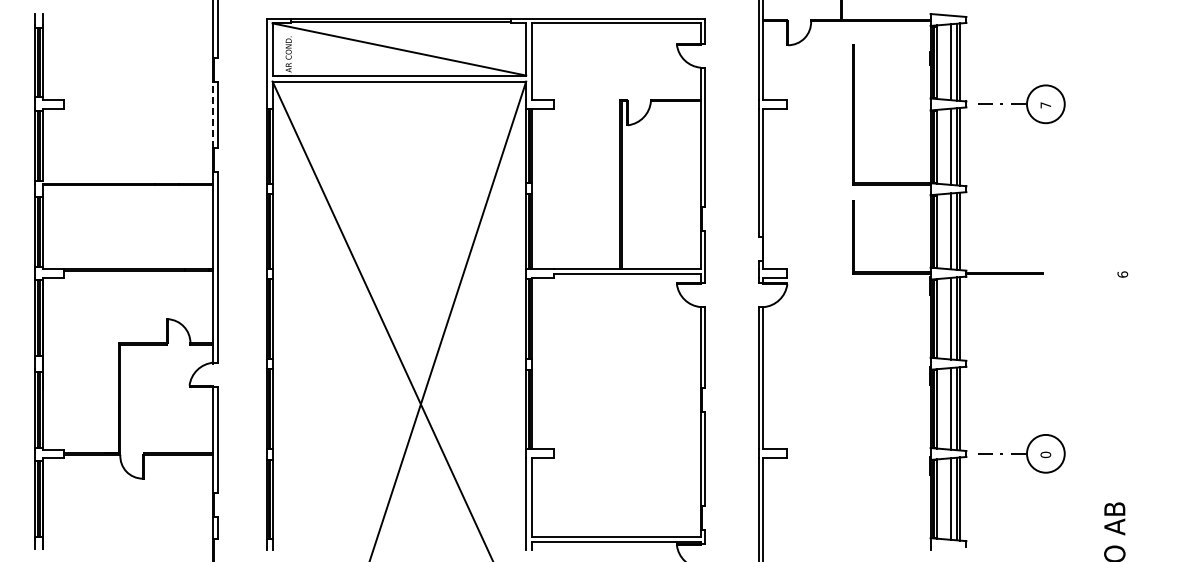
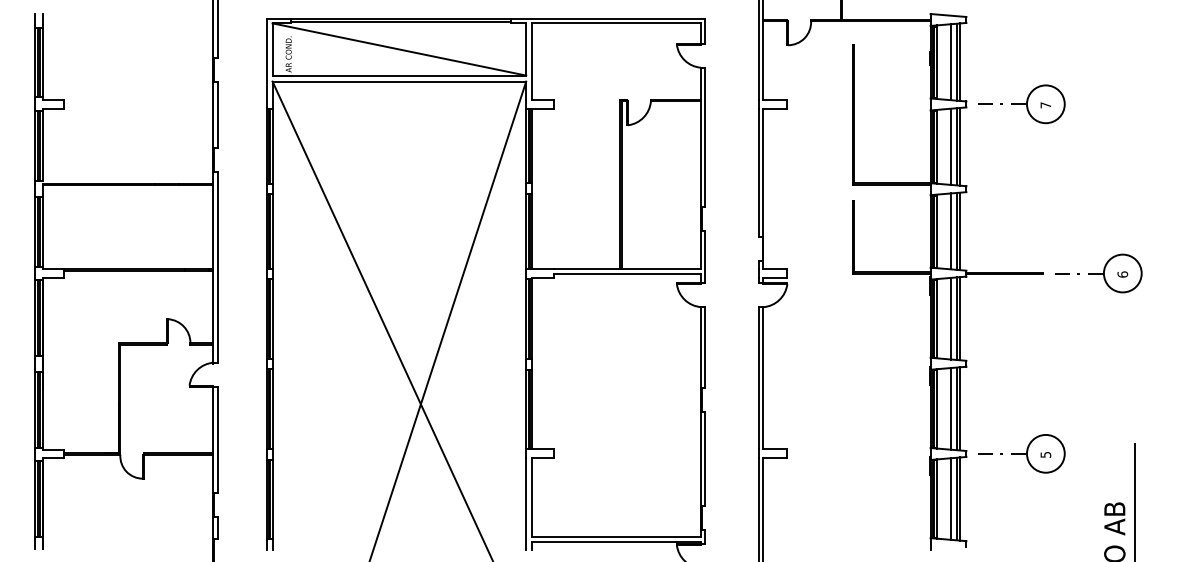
line at (213, 115): dashed -> solid
part at (1098, 273): none -> present
text at (1045, 454): 0 -> 5
line at (1134, 500): none -> present
